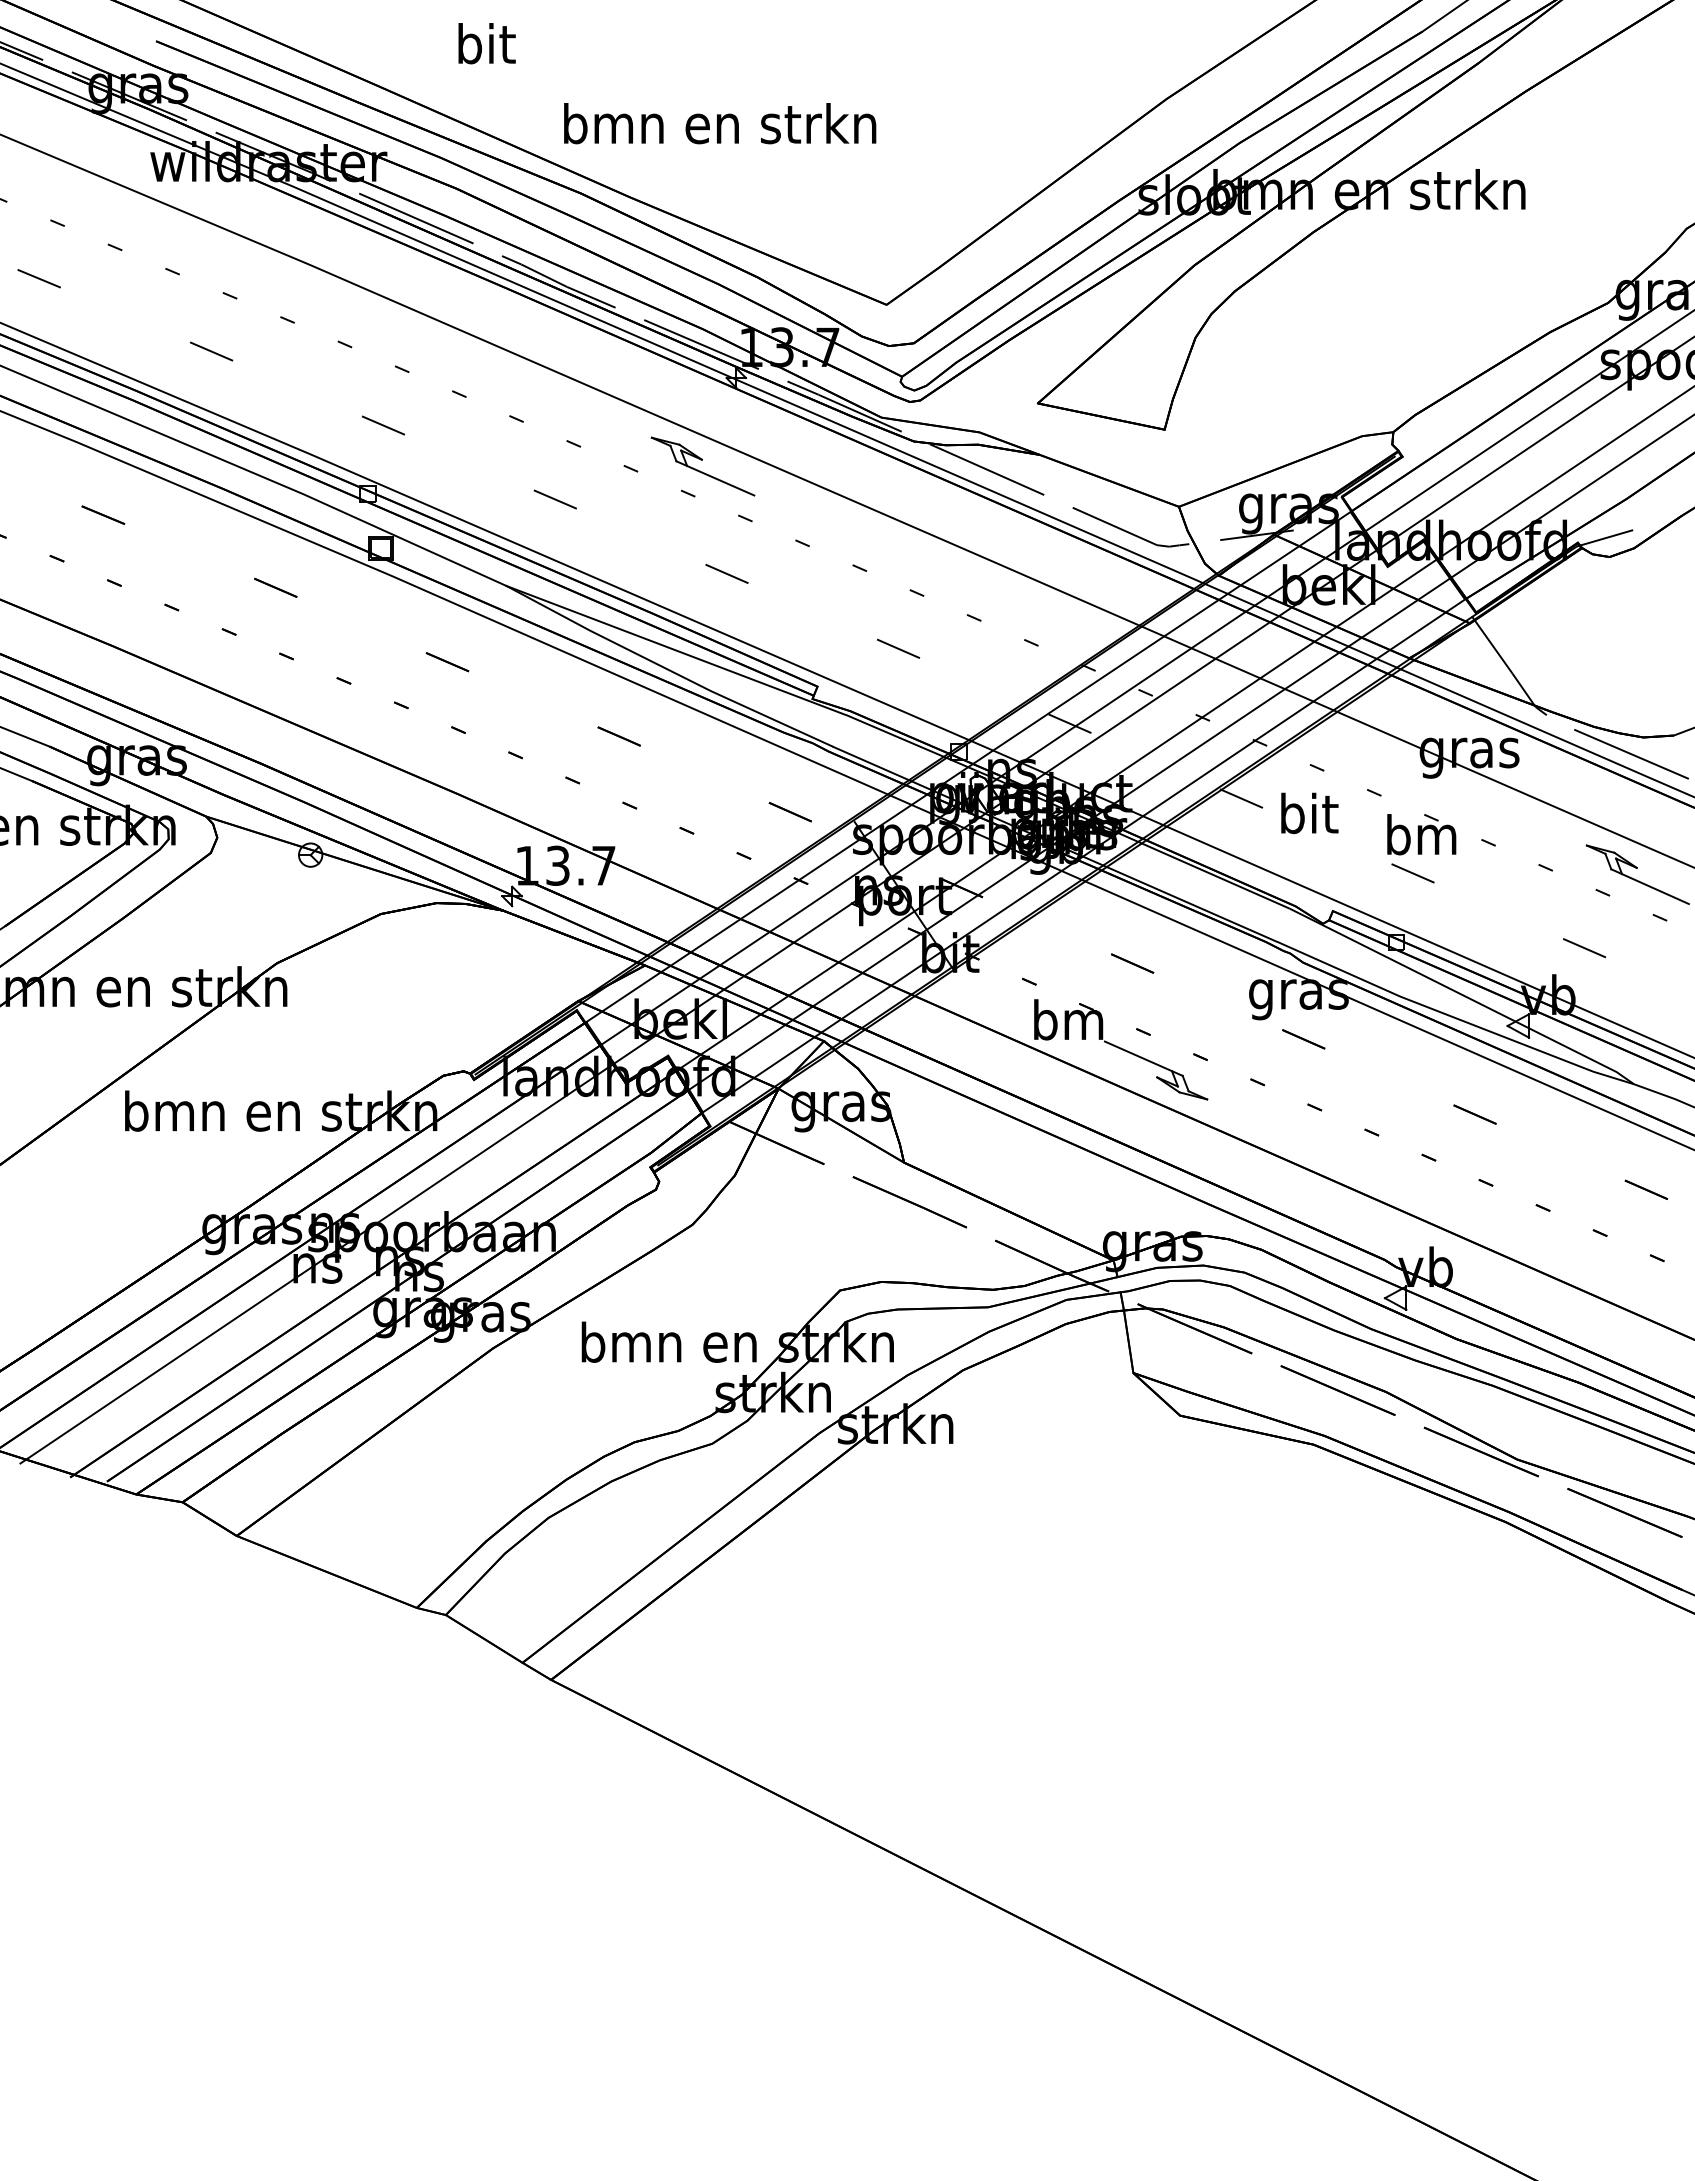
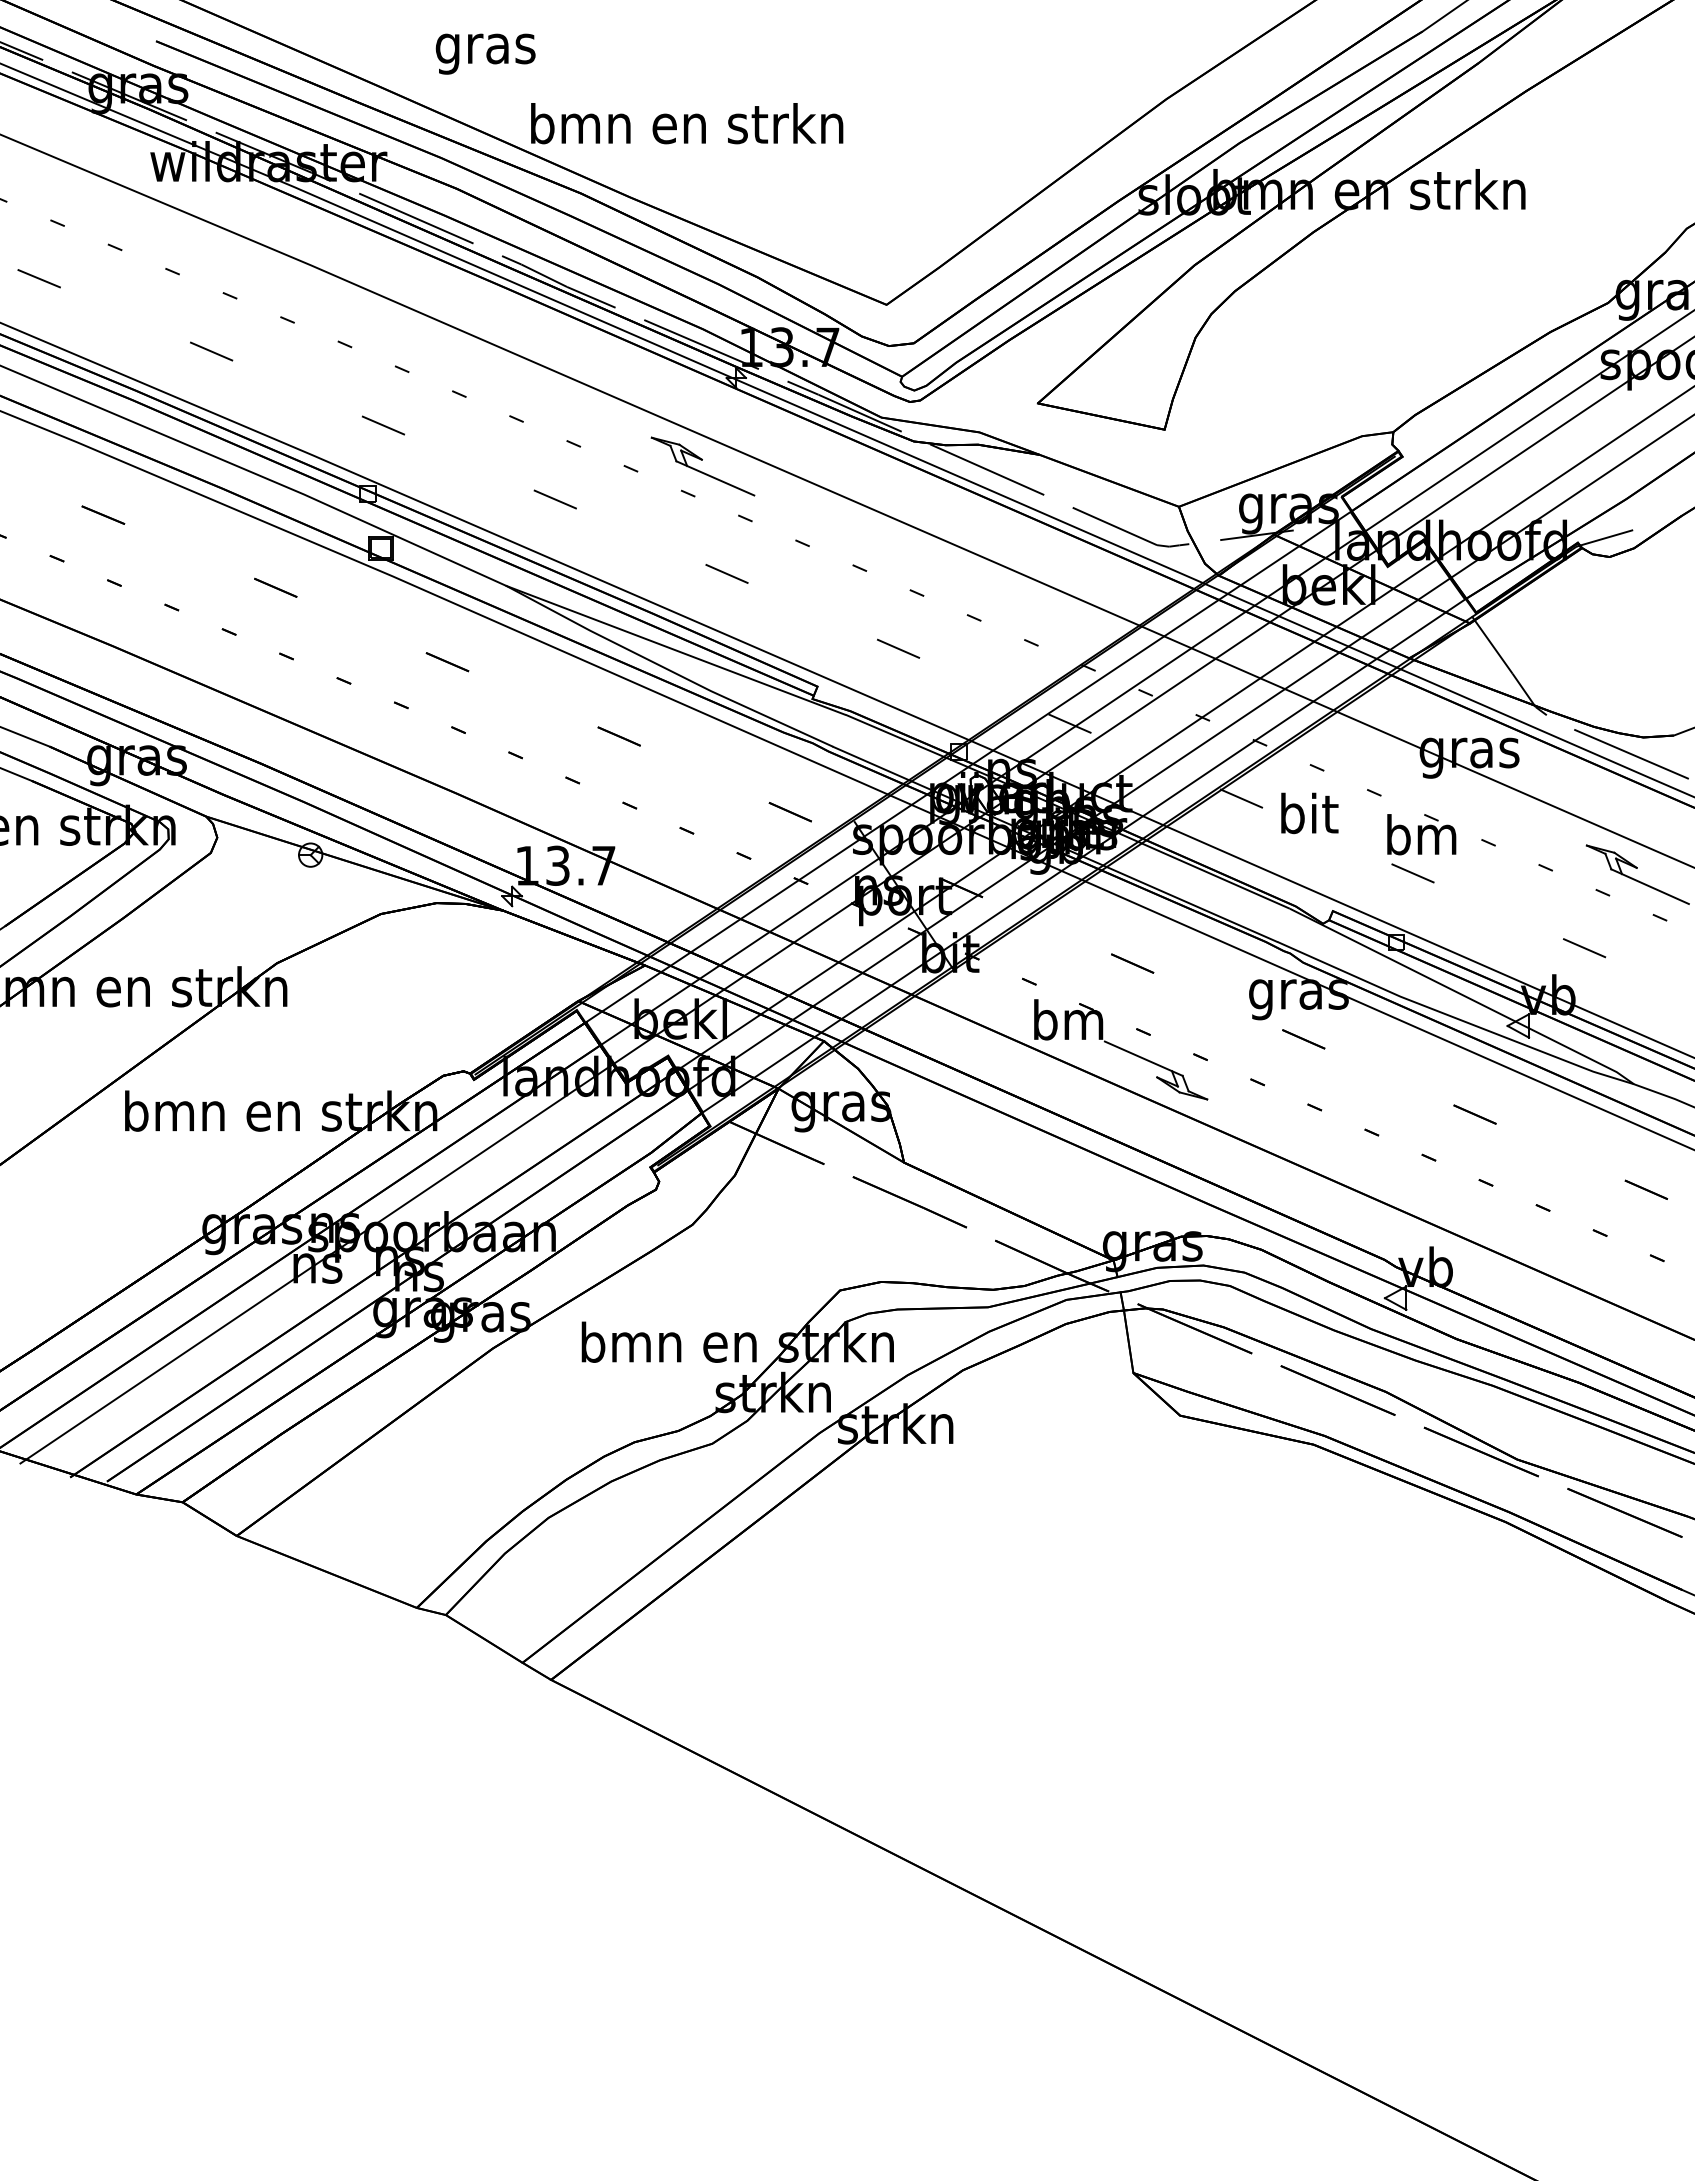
text at (485, 48): bit -> gras
text at (720, 123) position: (720, 123) -> (687, 123)
